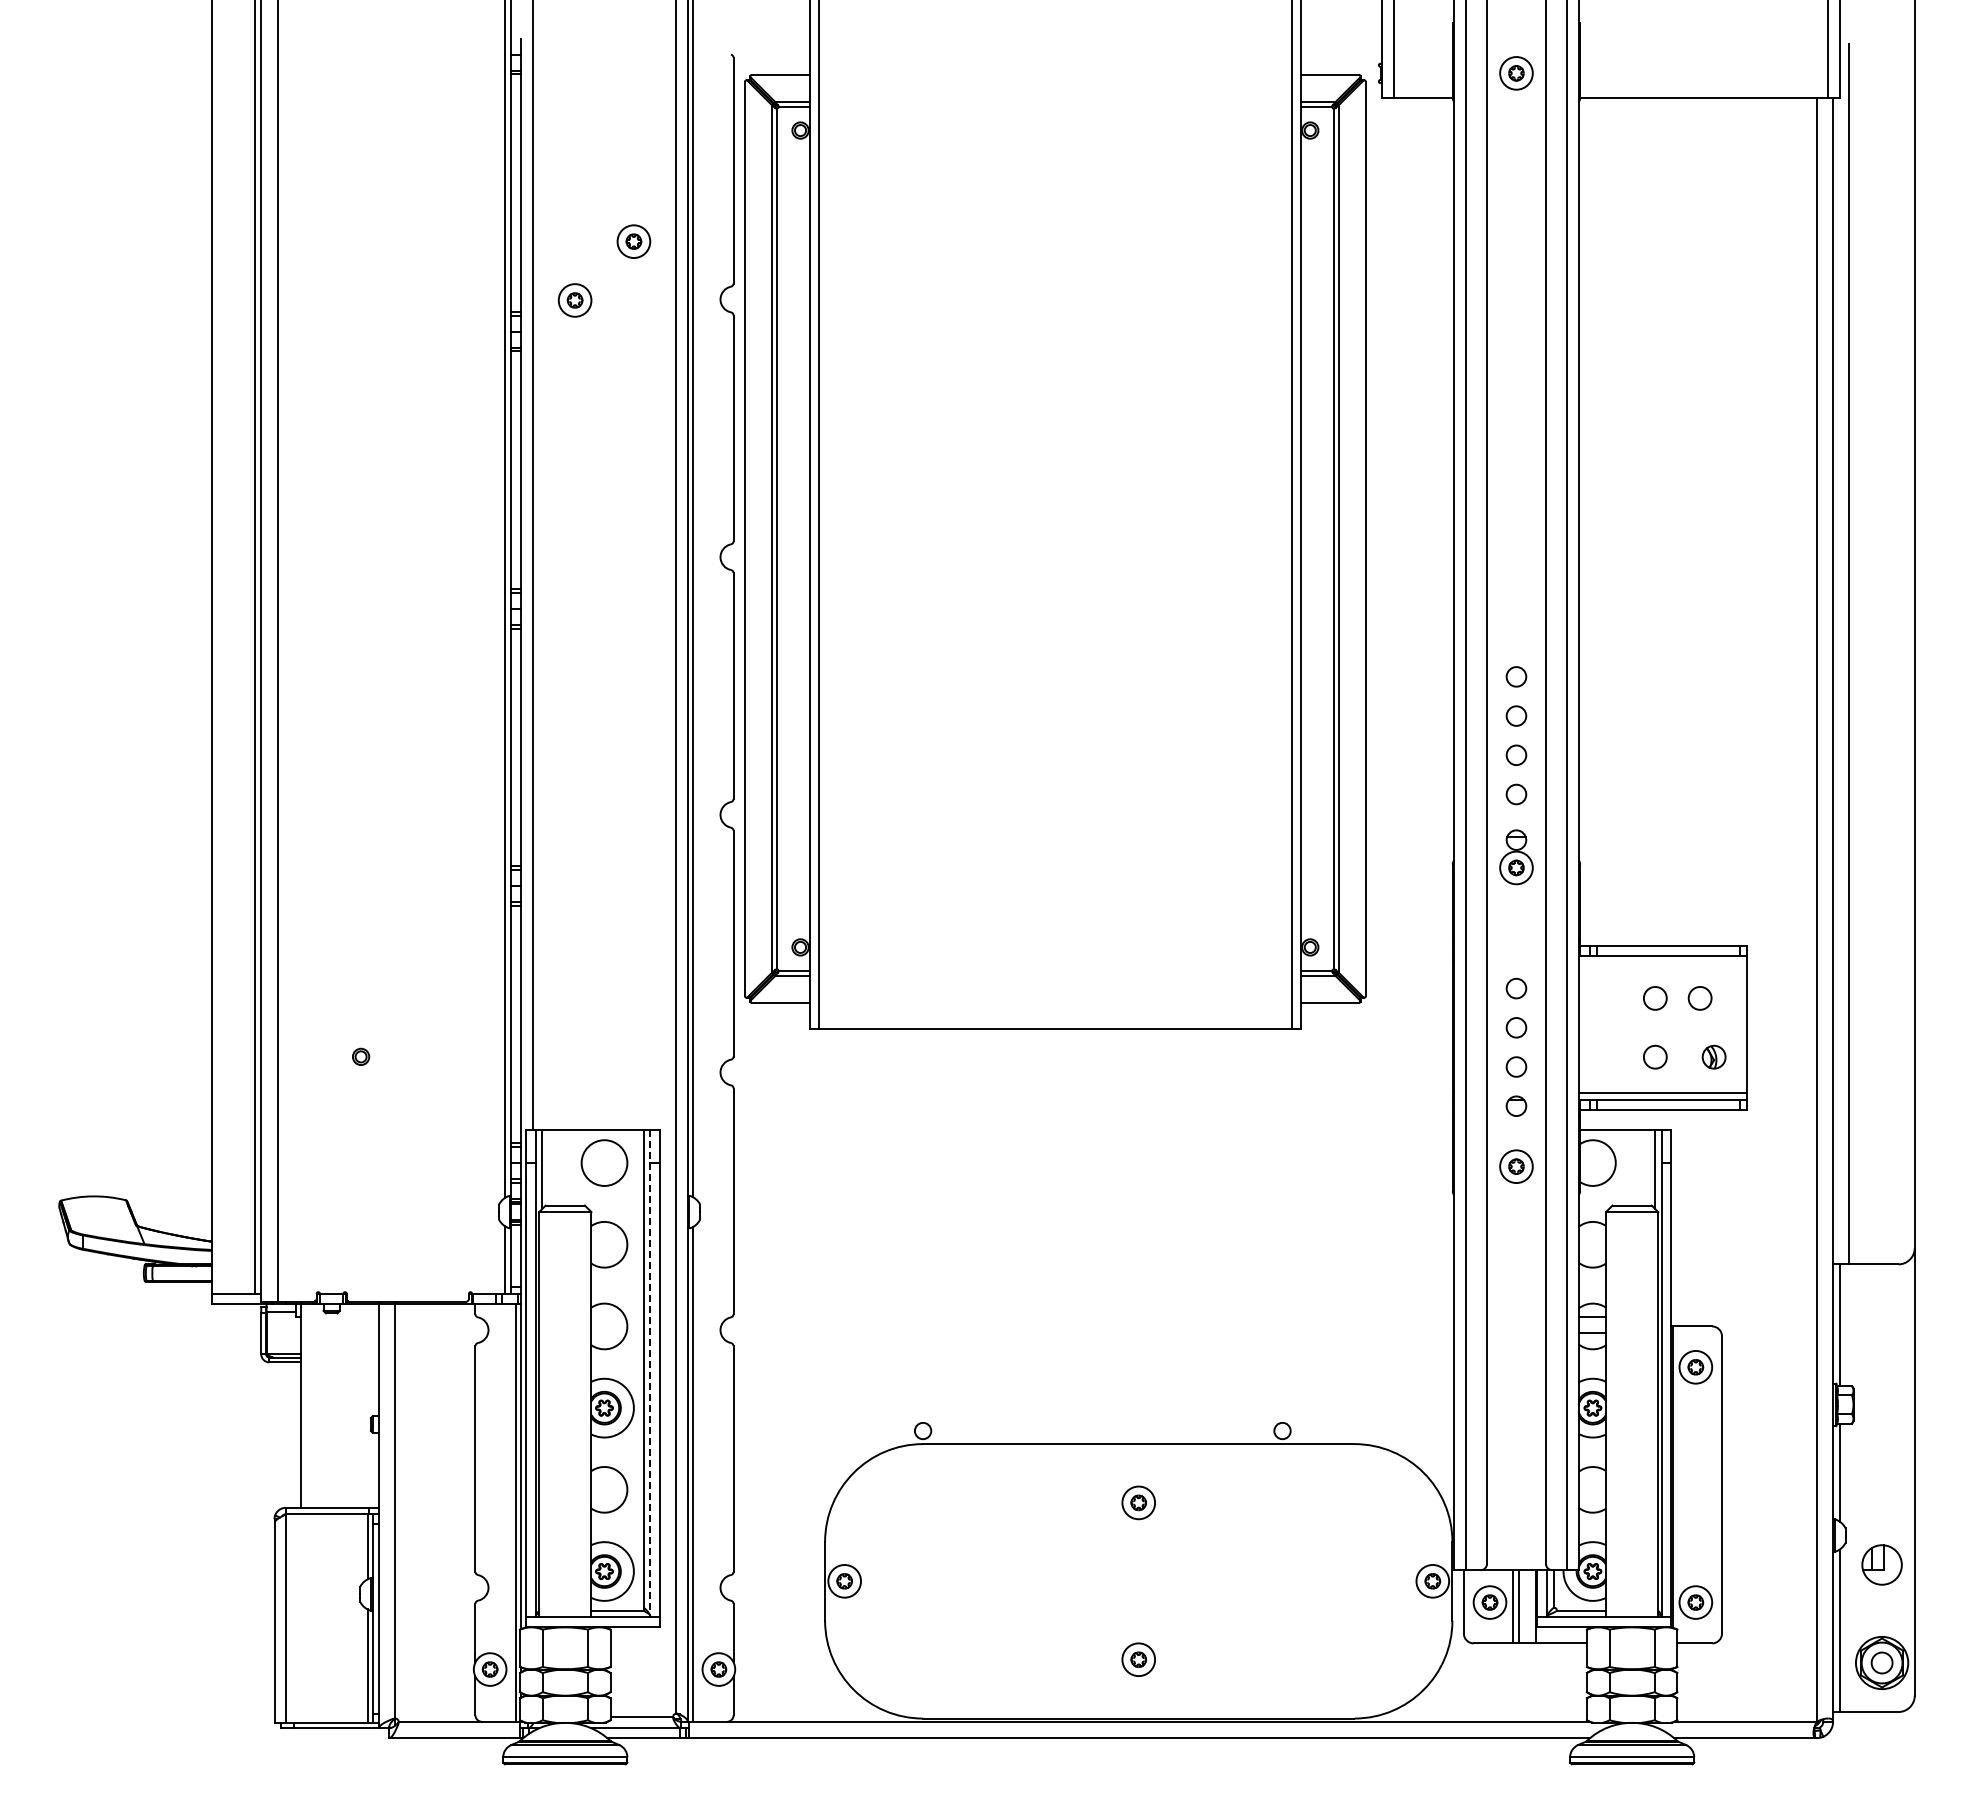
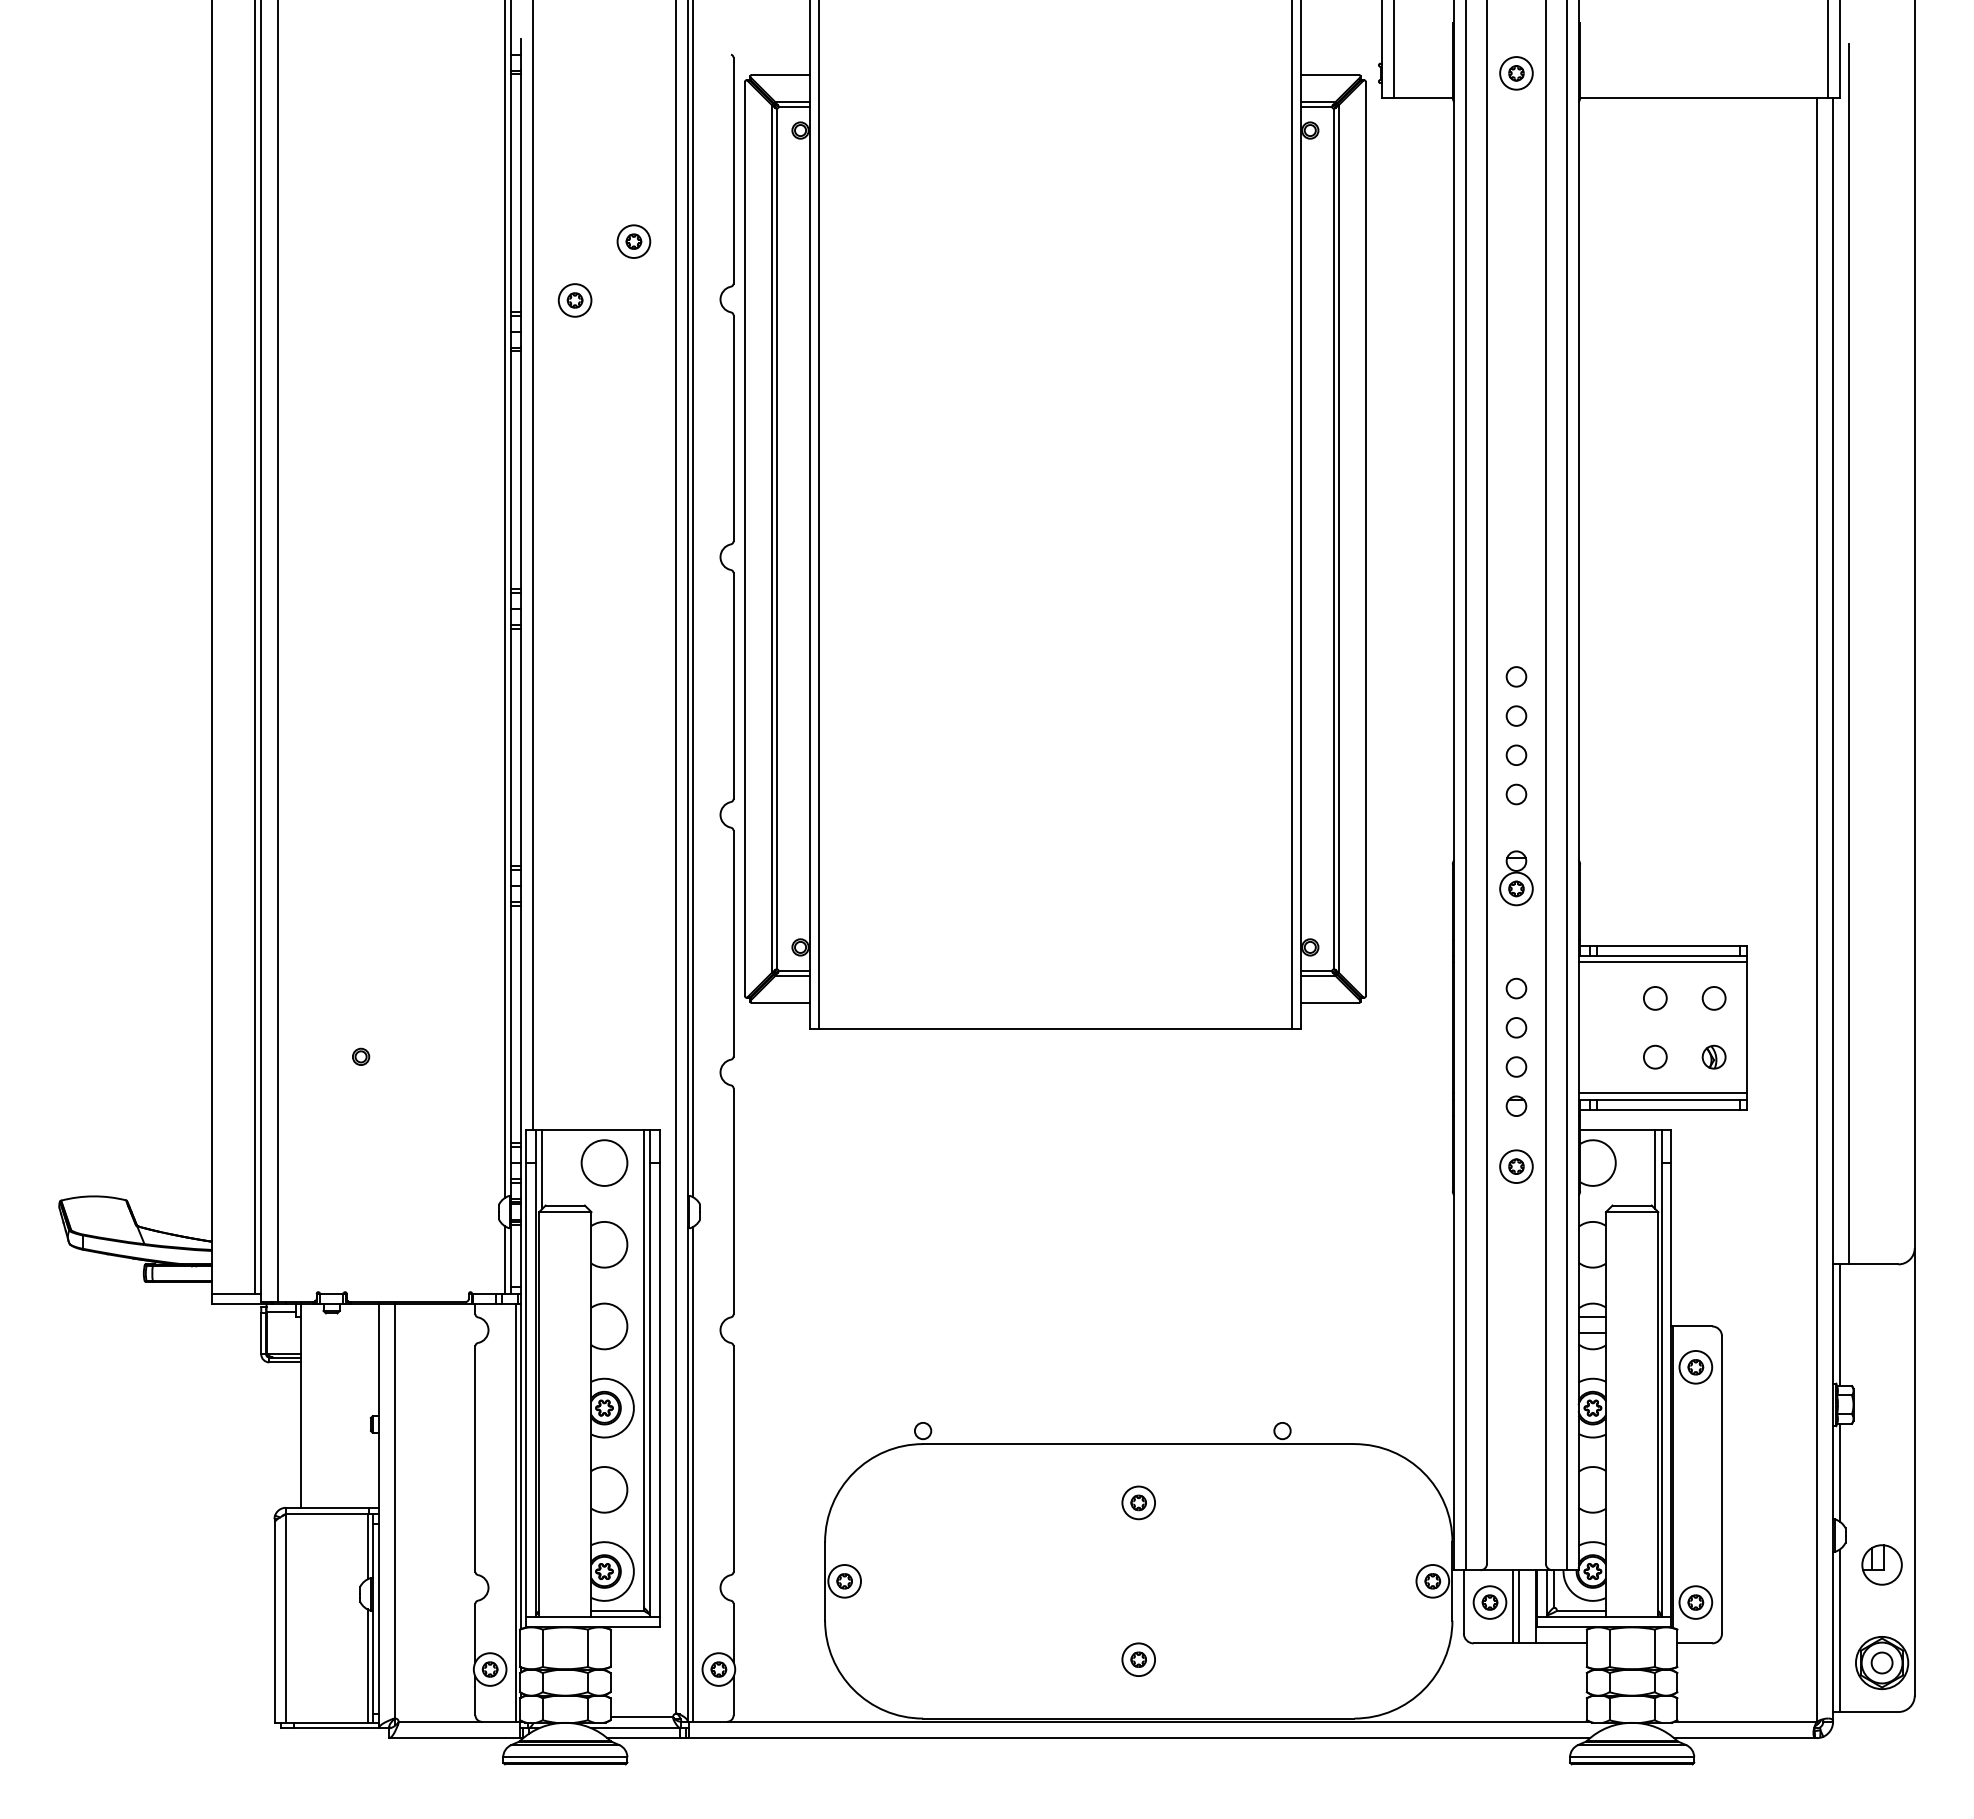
part at (1516, 857) position: (1516, 857) -> (1516, 878)
line at (1662, 962): none -> present
circle at (1699, 998) position: (1699, 998) -> (1713, 998)
line at (650, 1374): dashed -> solid
